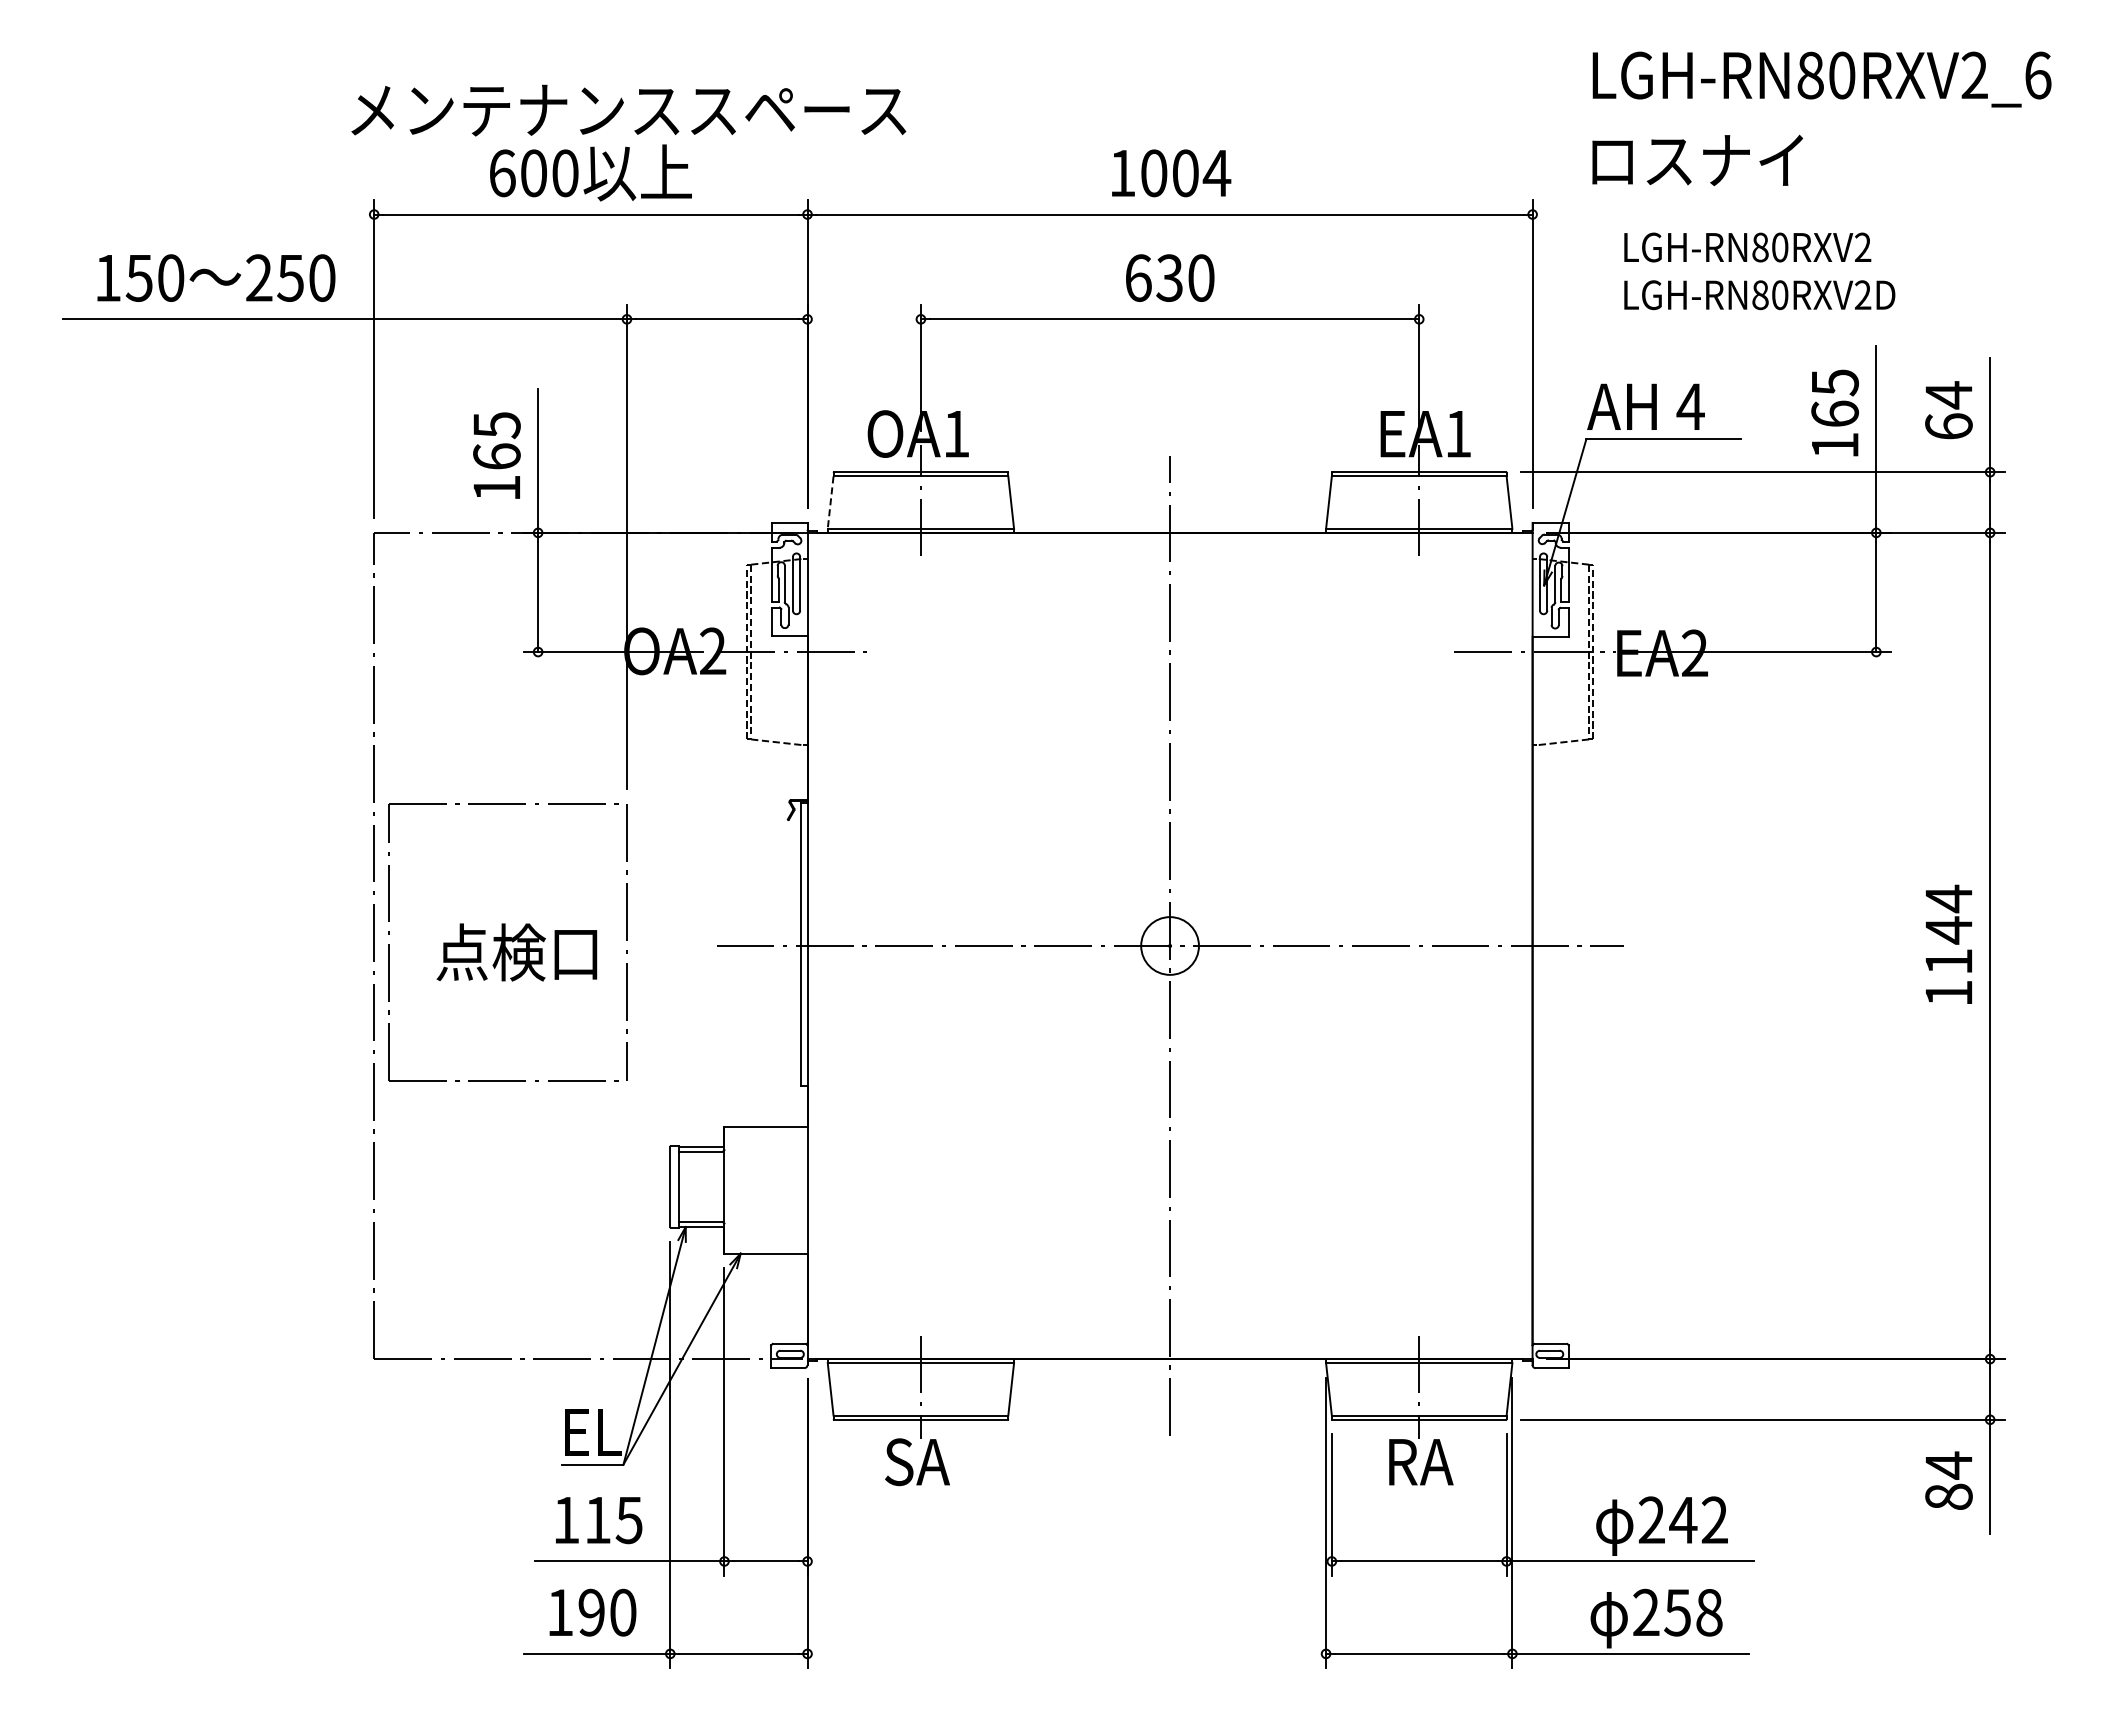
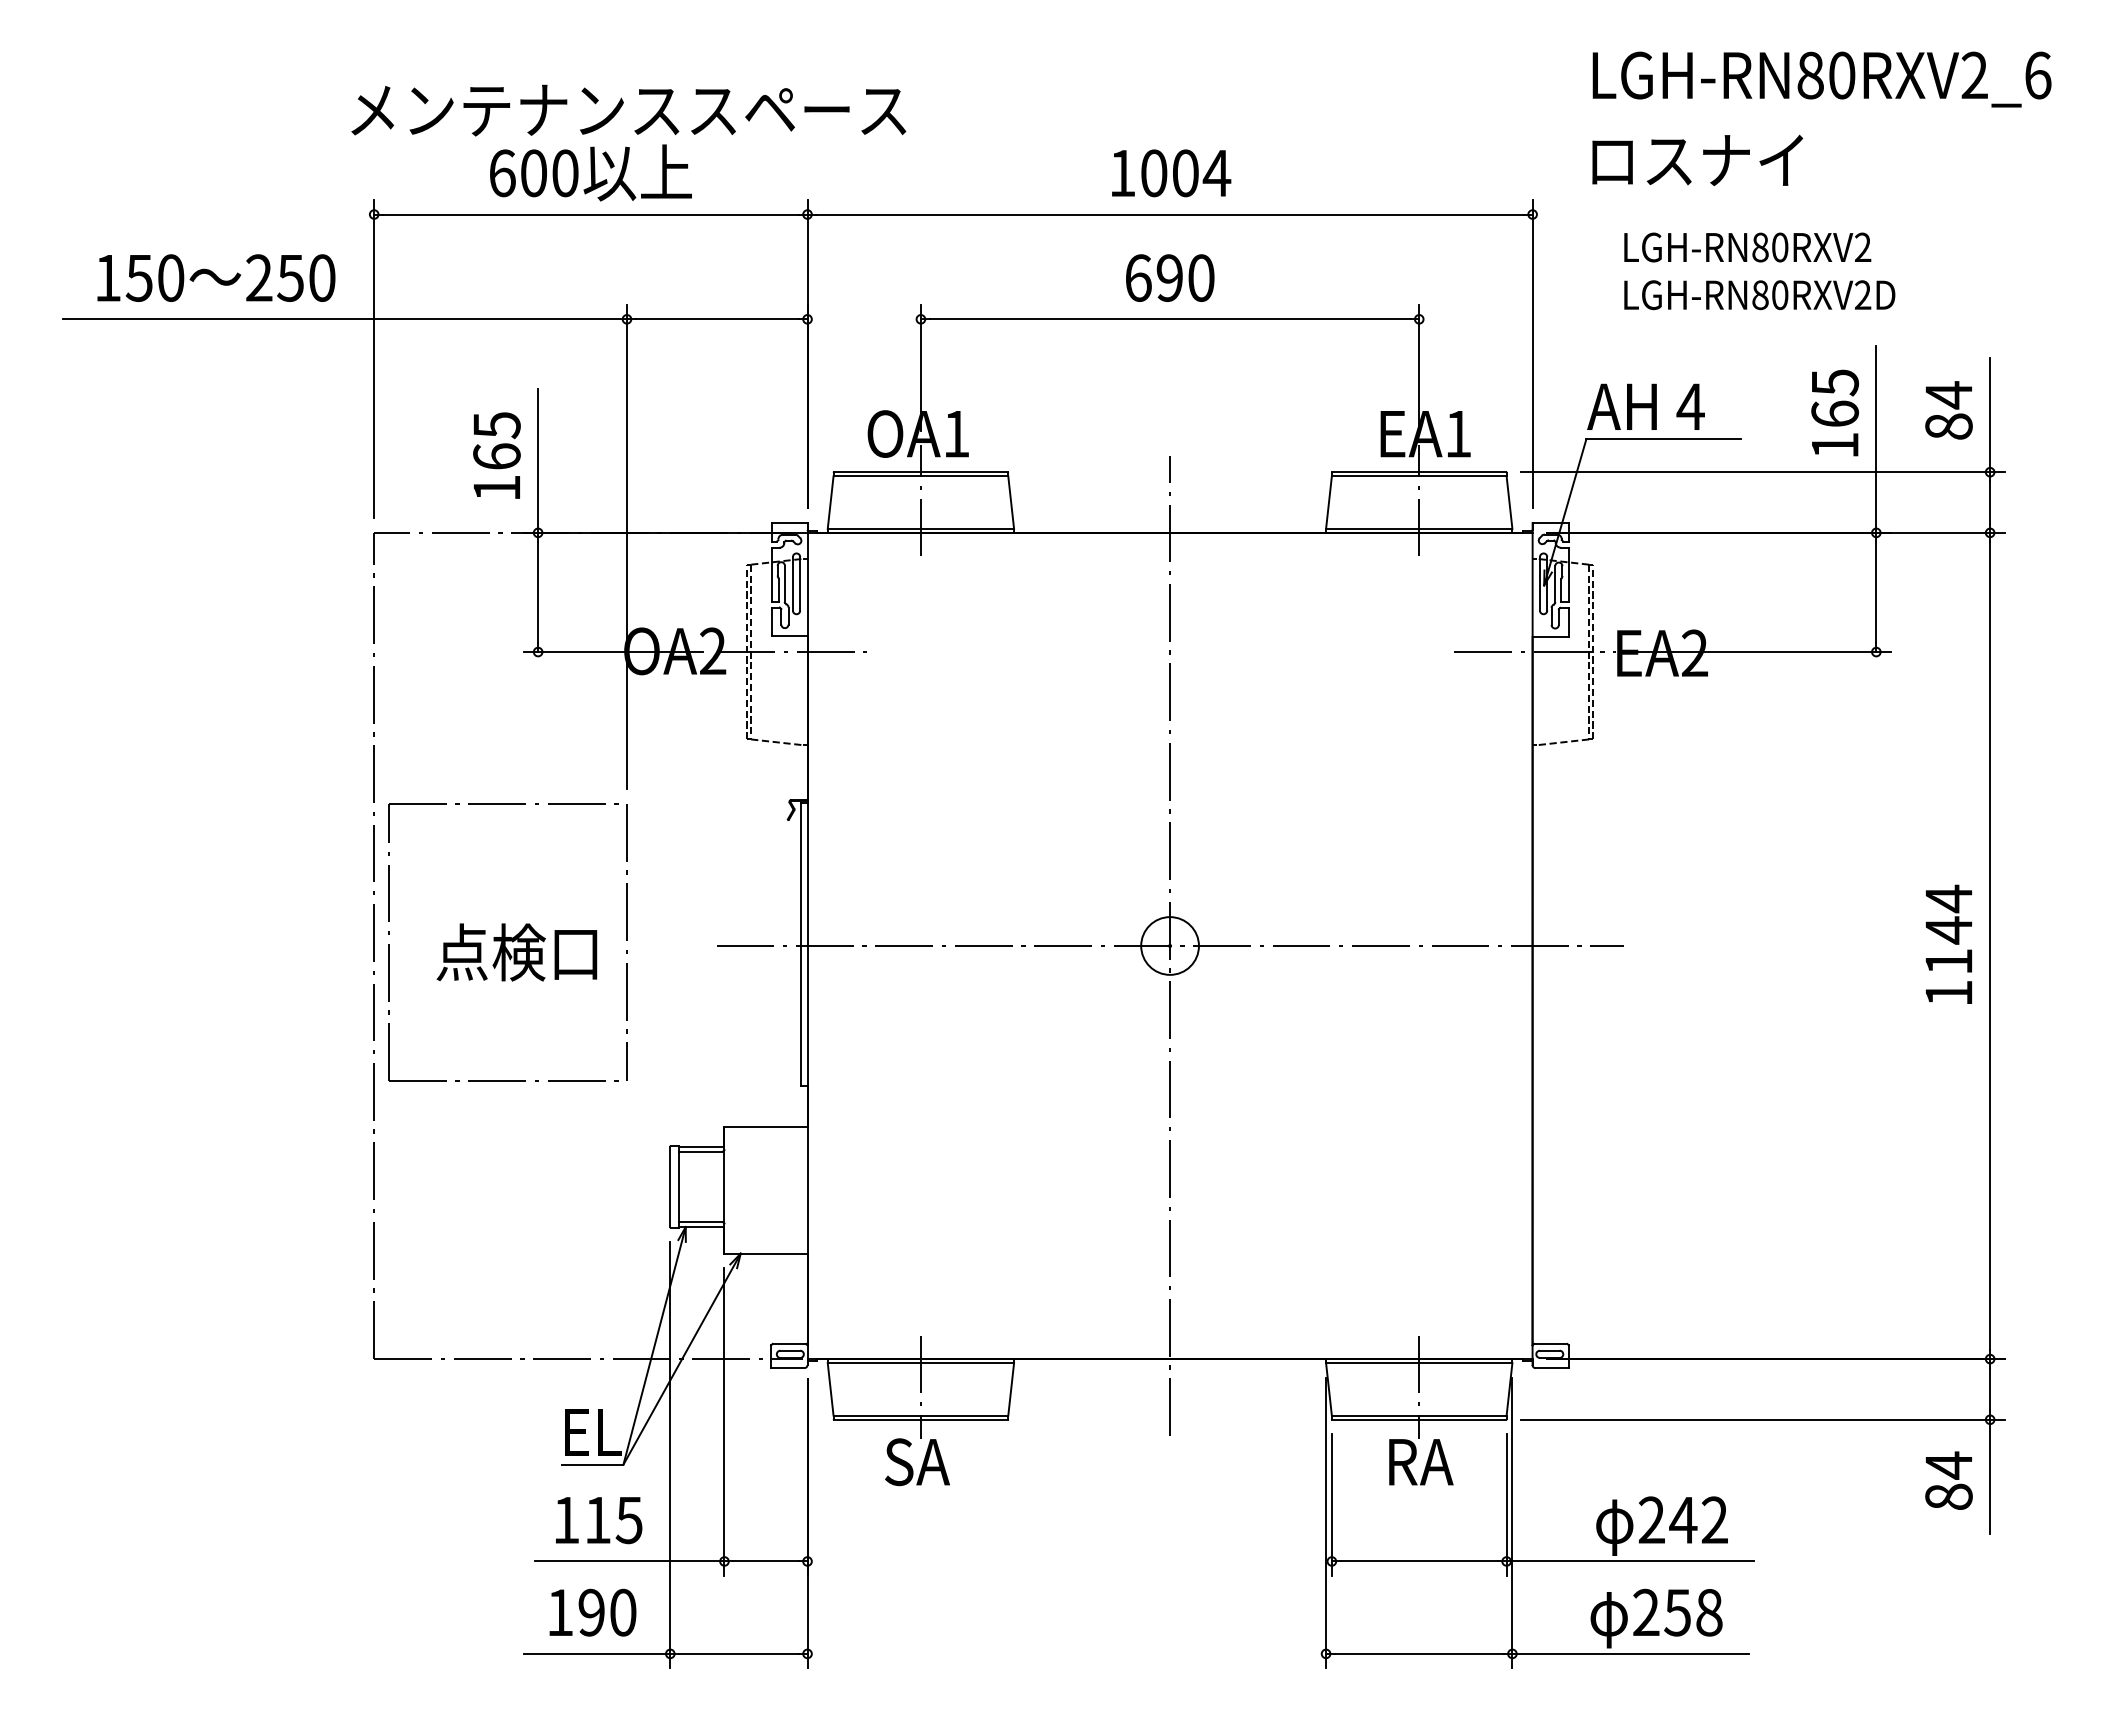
text at (1169, 277): 630 -> 690
text at (1948, 426): 64 -> 84
line at (830, 503): dashed -> solid
